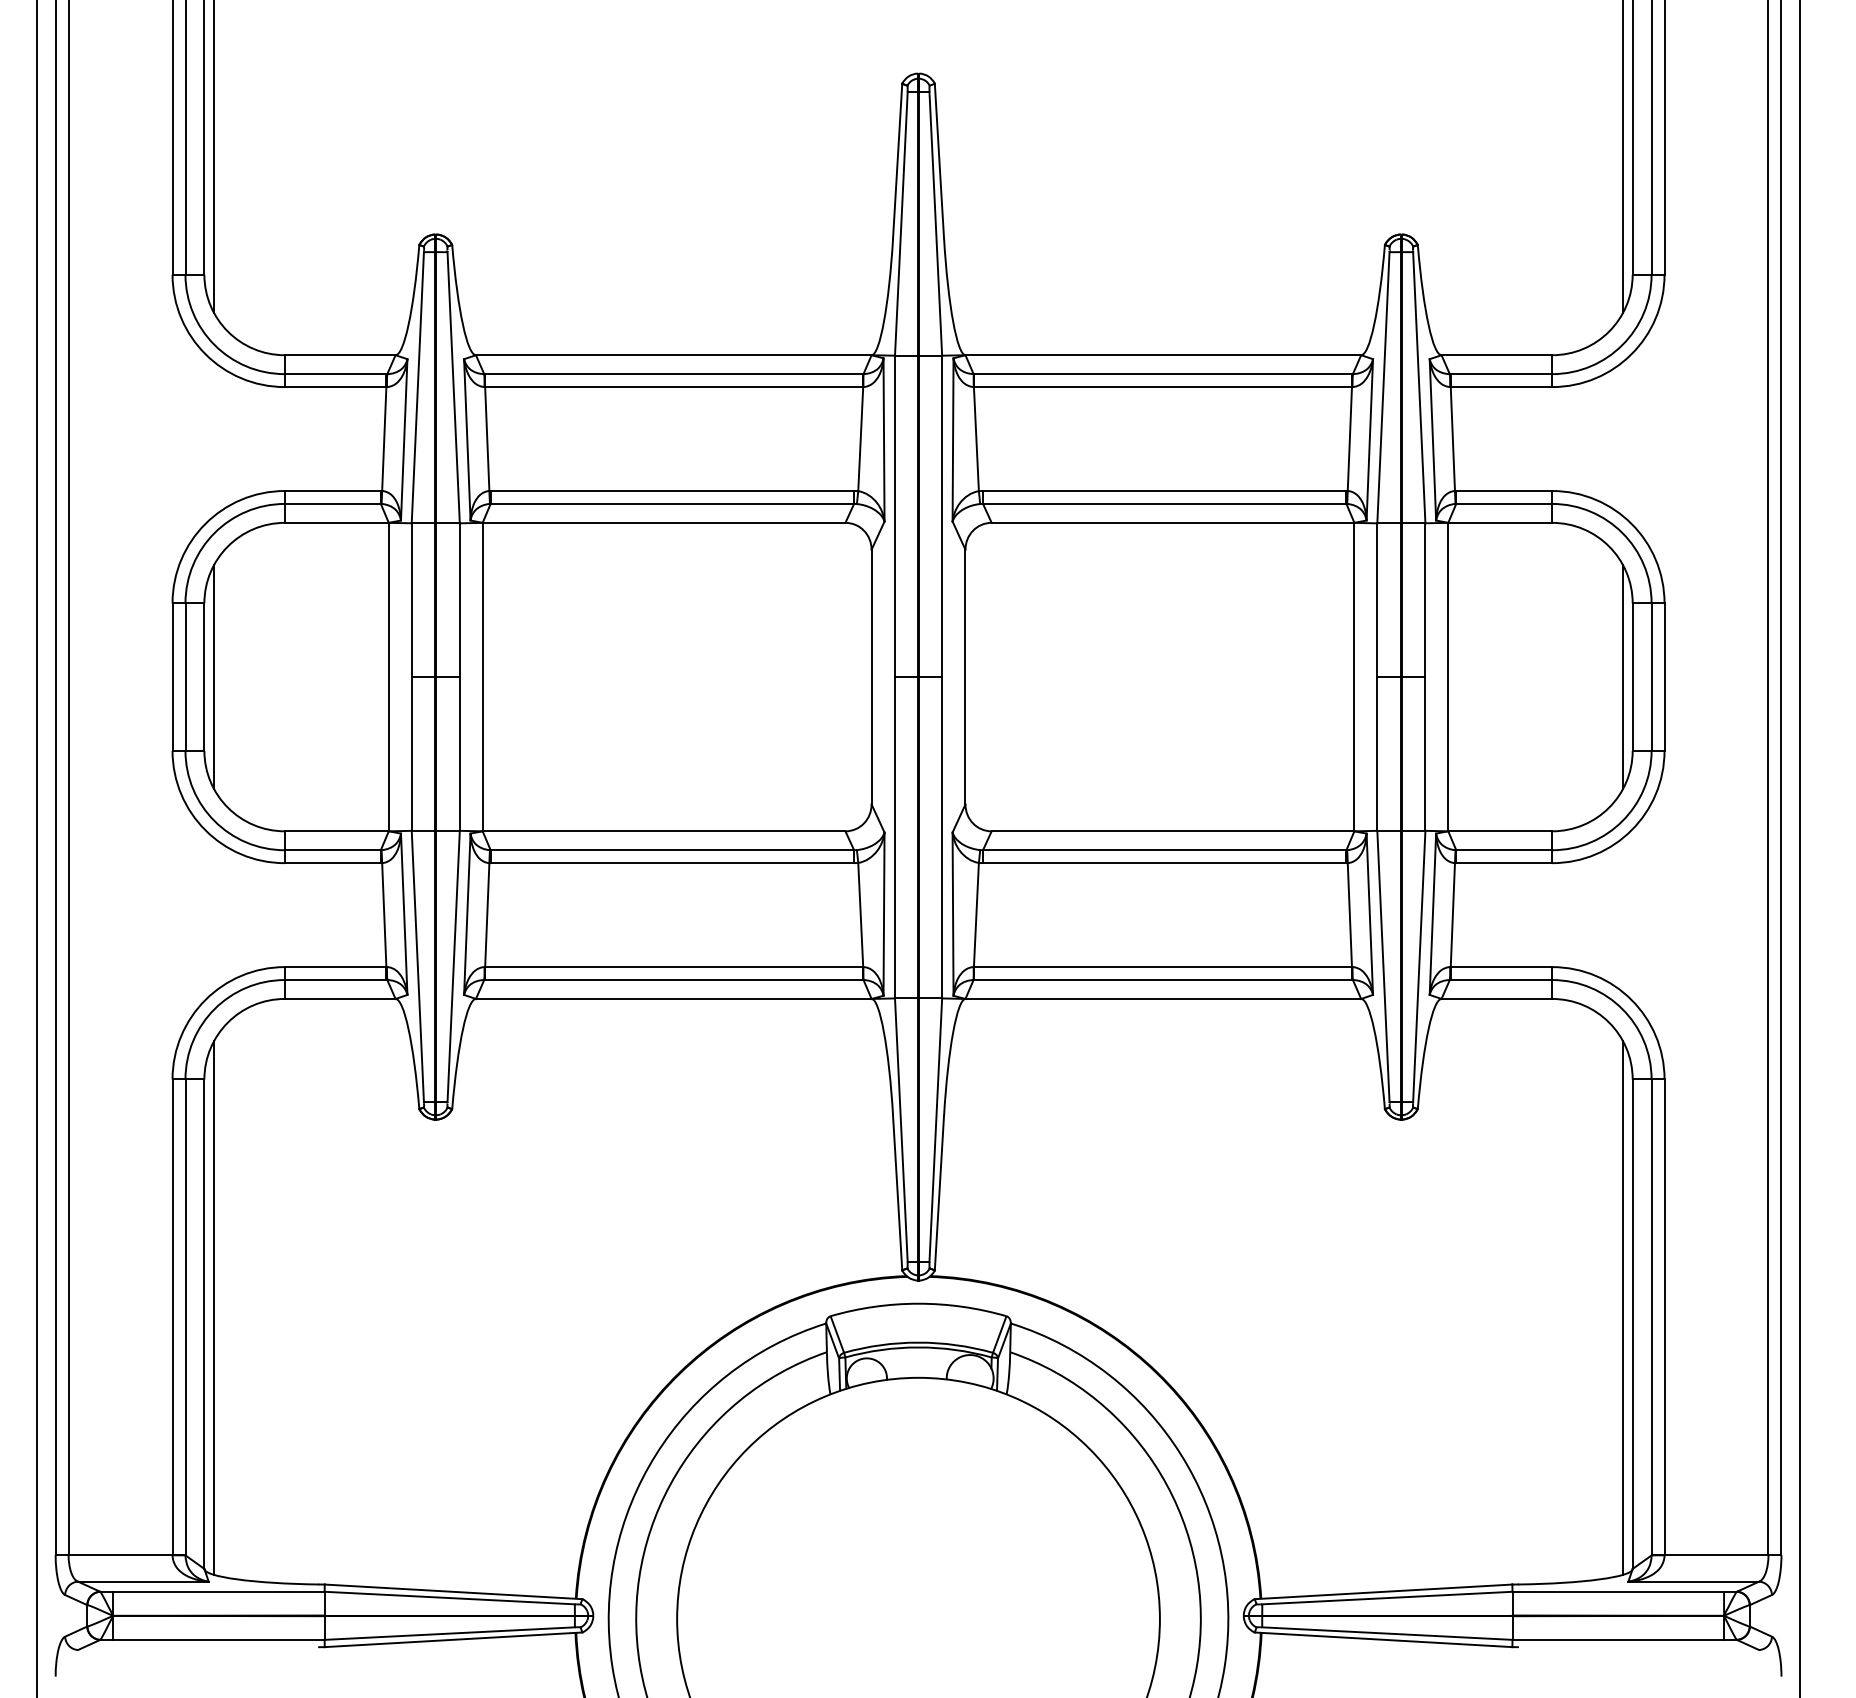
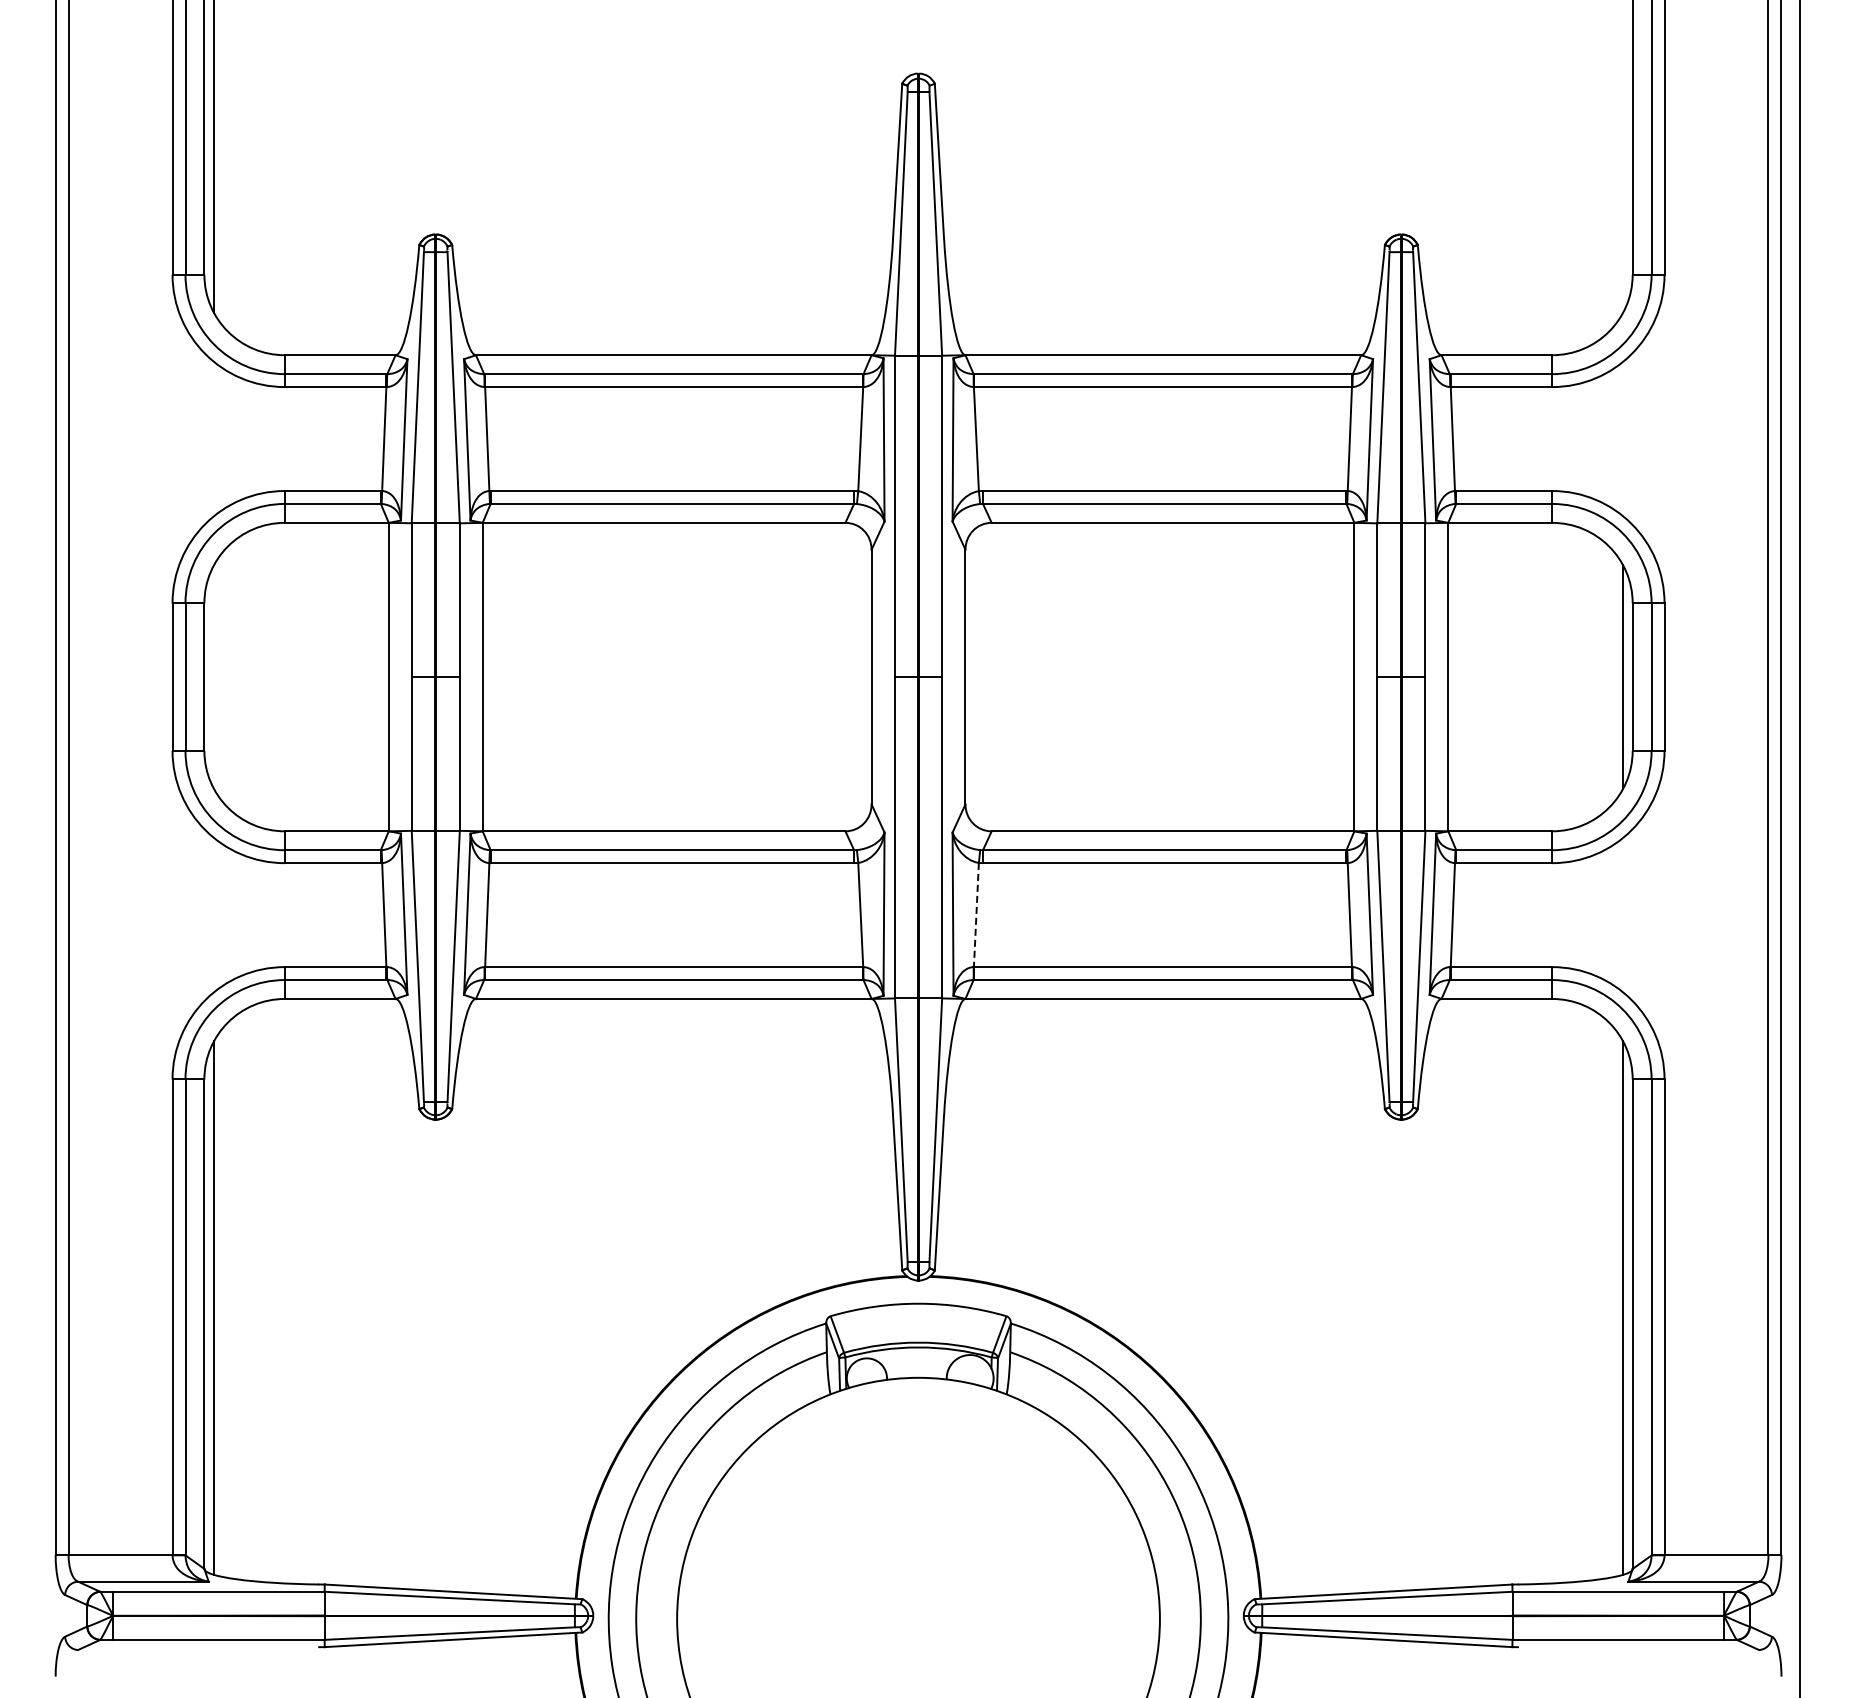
line at (1622, 157): present -> none
line at (214, 677): present -> none
line at (36, 848): present -> none
line at (976, 915): solid -> dashed
